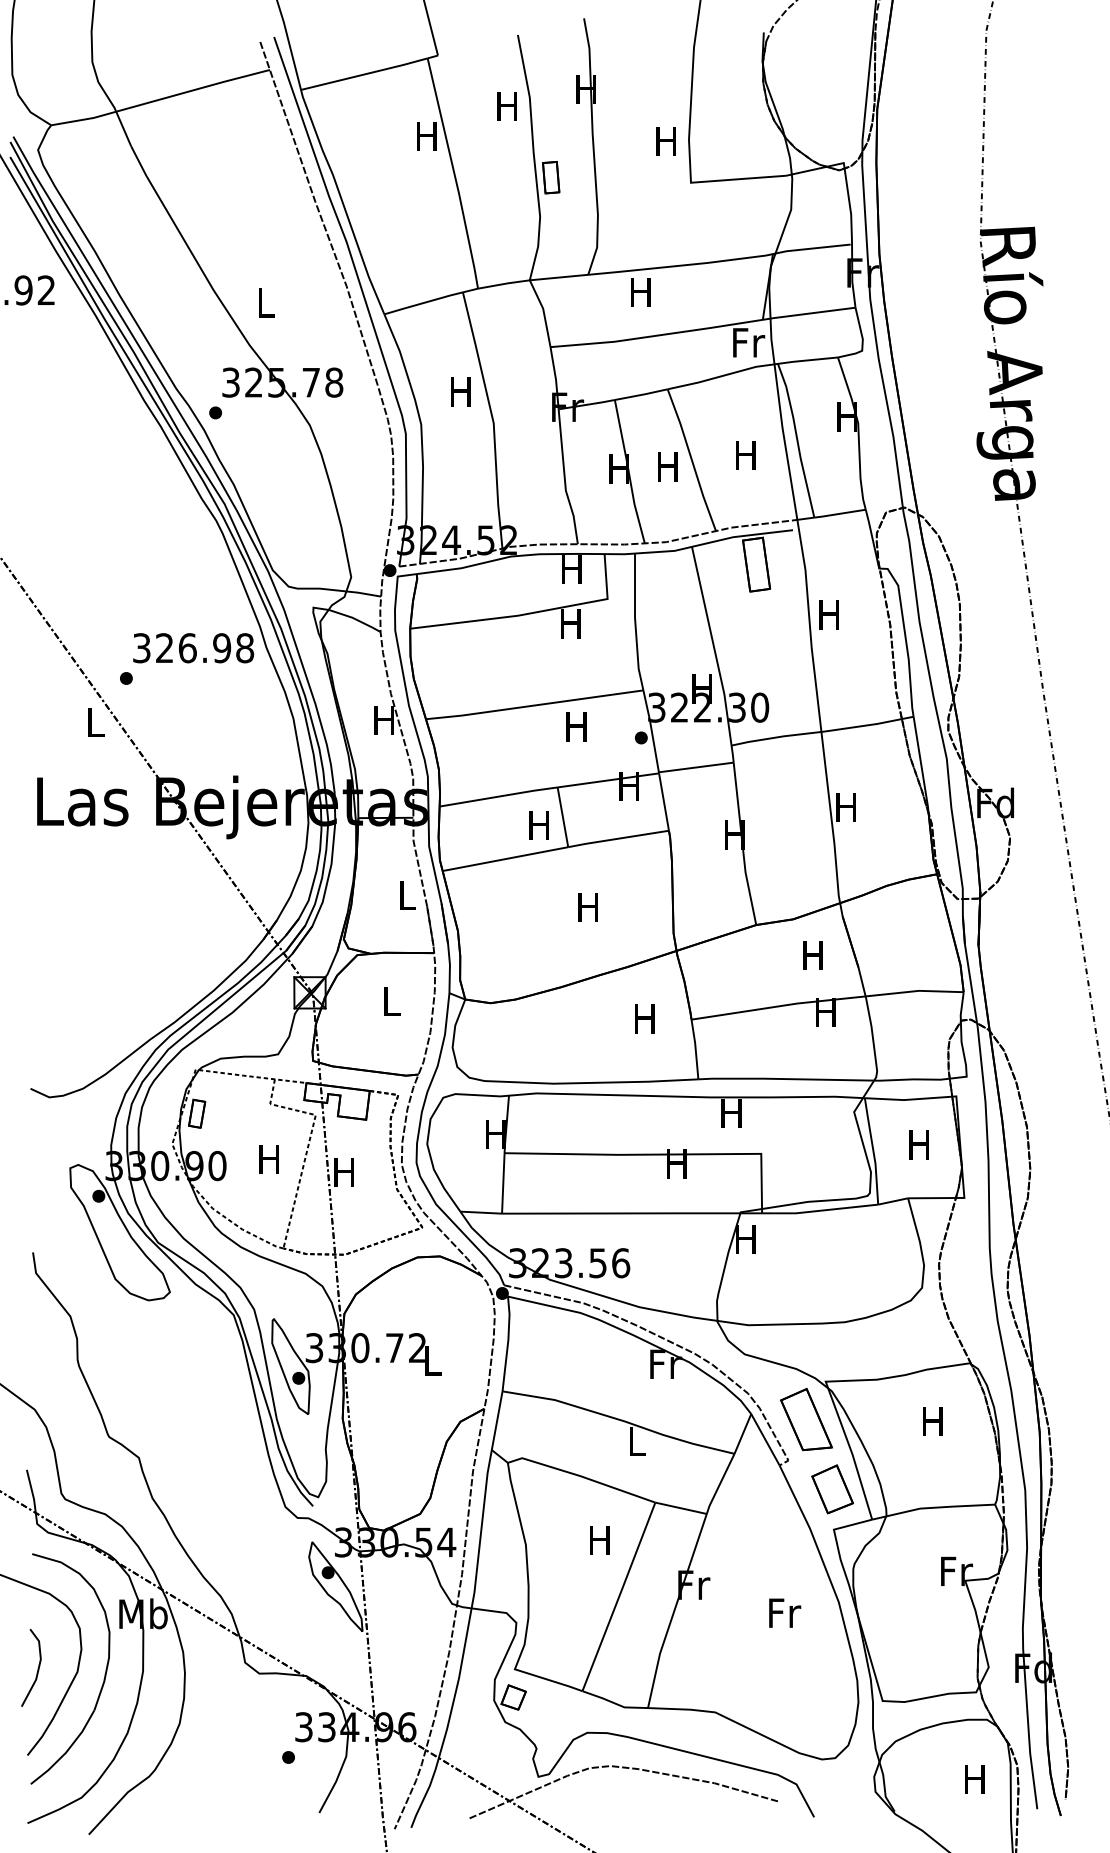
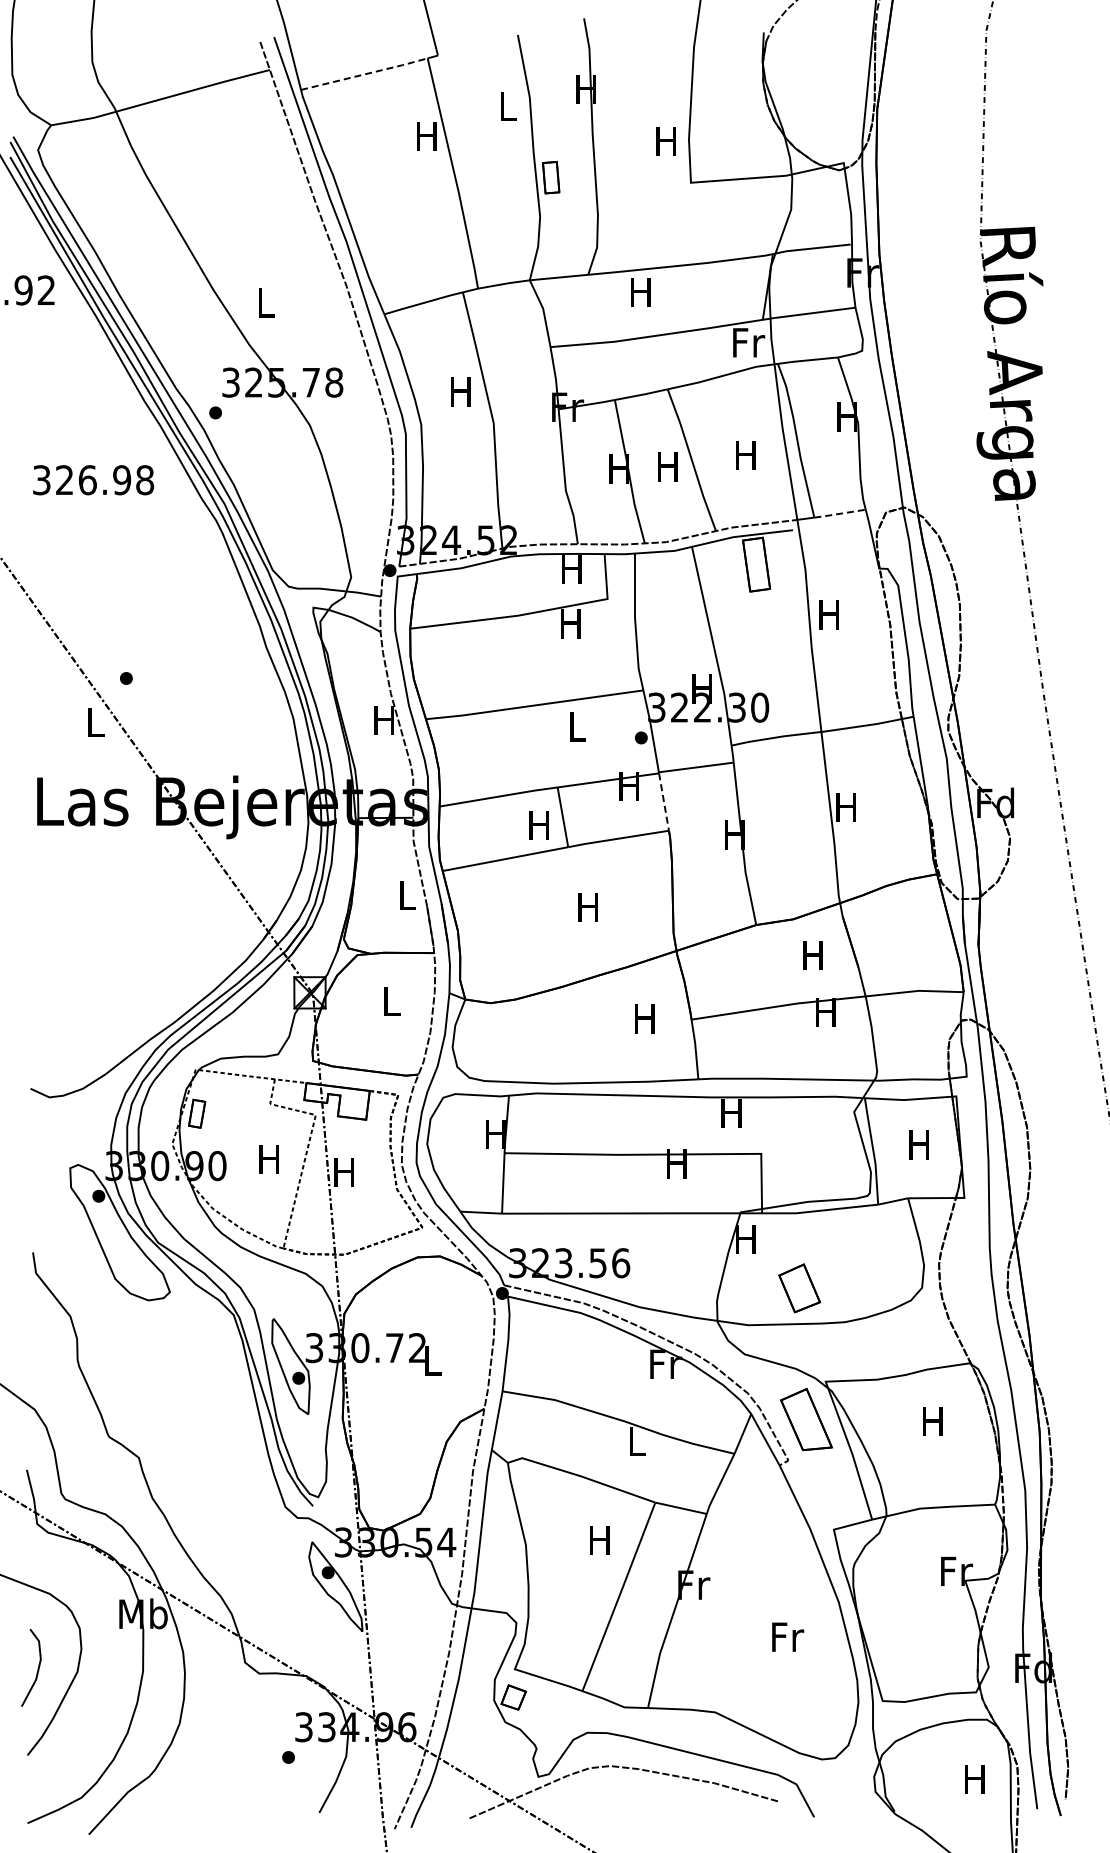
line at (365, 74): solid -> dashed
text at (506, 106): H -> L
line at (839, 513): solid -> dashed
text at (193, 648) position: (193, 648) -> (93, 480)
text at (576, 726): H -> L
line at (664, 802): solid -> dashed
part at (832, 1489) position: (832, 1489) -> (799, 1288)
text at (785, 1612) position: (785, 1612) -> (788, 1636)
part at (104, 1674): present -> none
